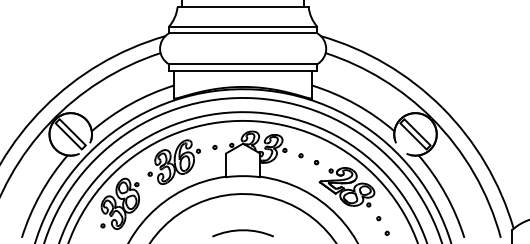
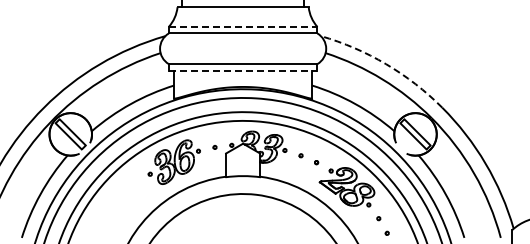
line at (243, 26): solid -> dashed
arc at (386, 64): solid -> dashed
line at (243, 70): solid -> dashed
part at (119, 203): present -> none
arc at (242, 231): present -> none
